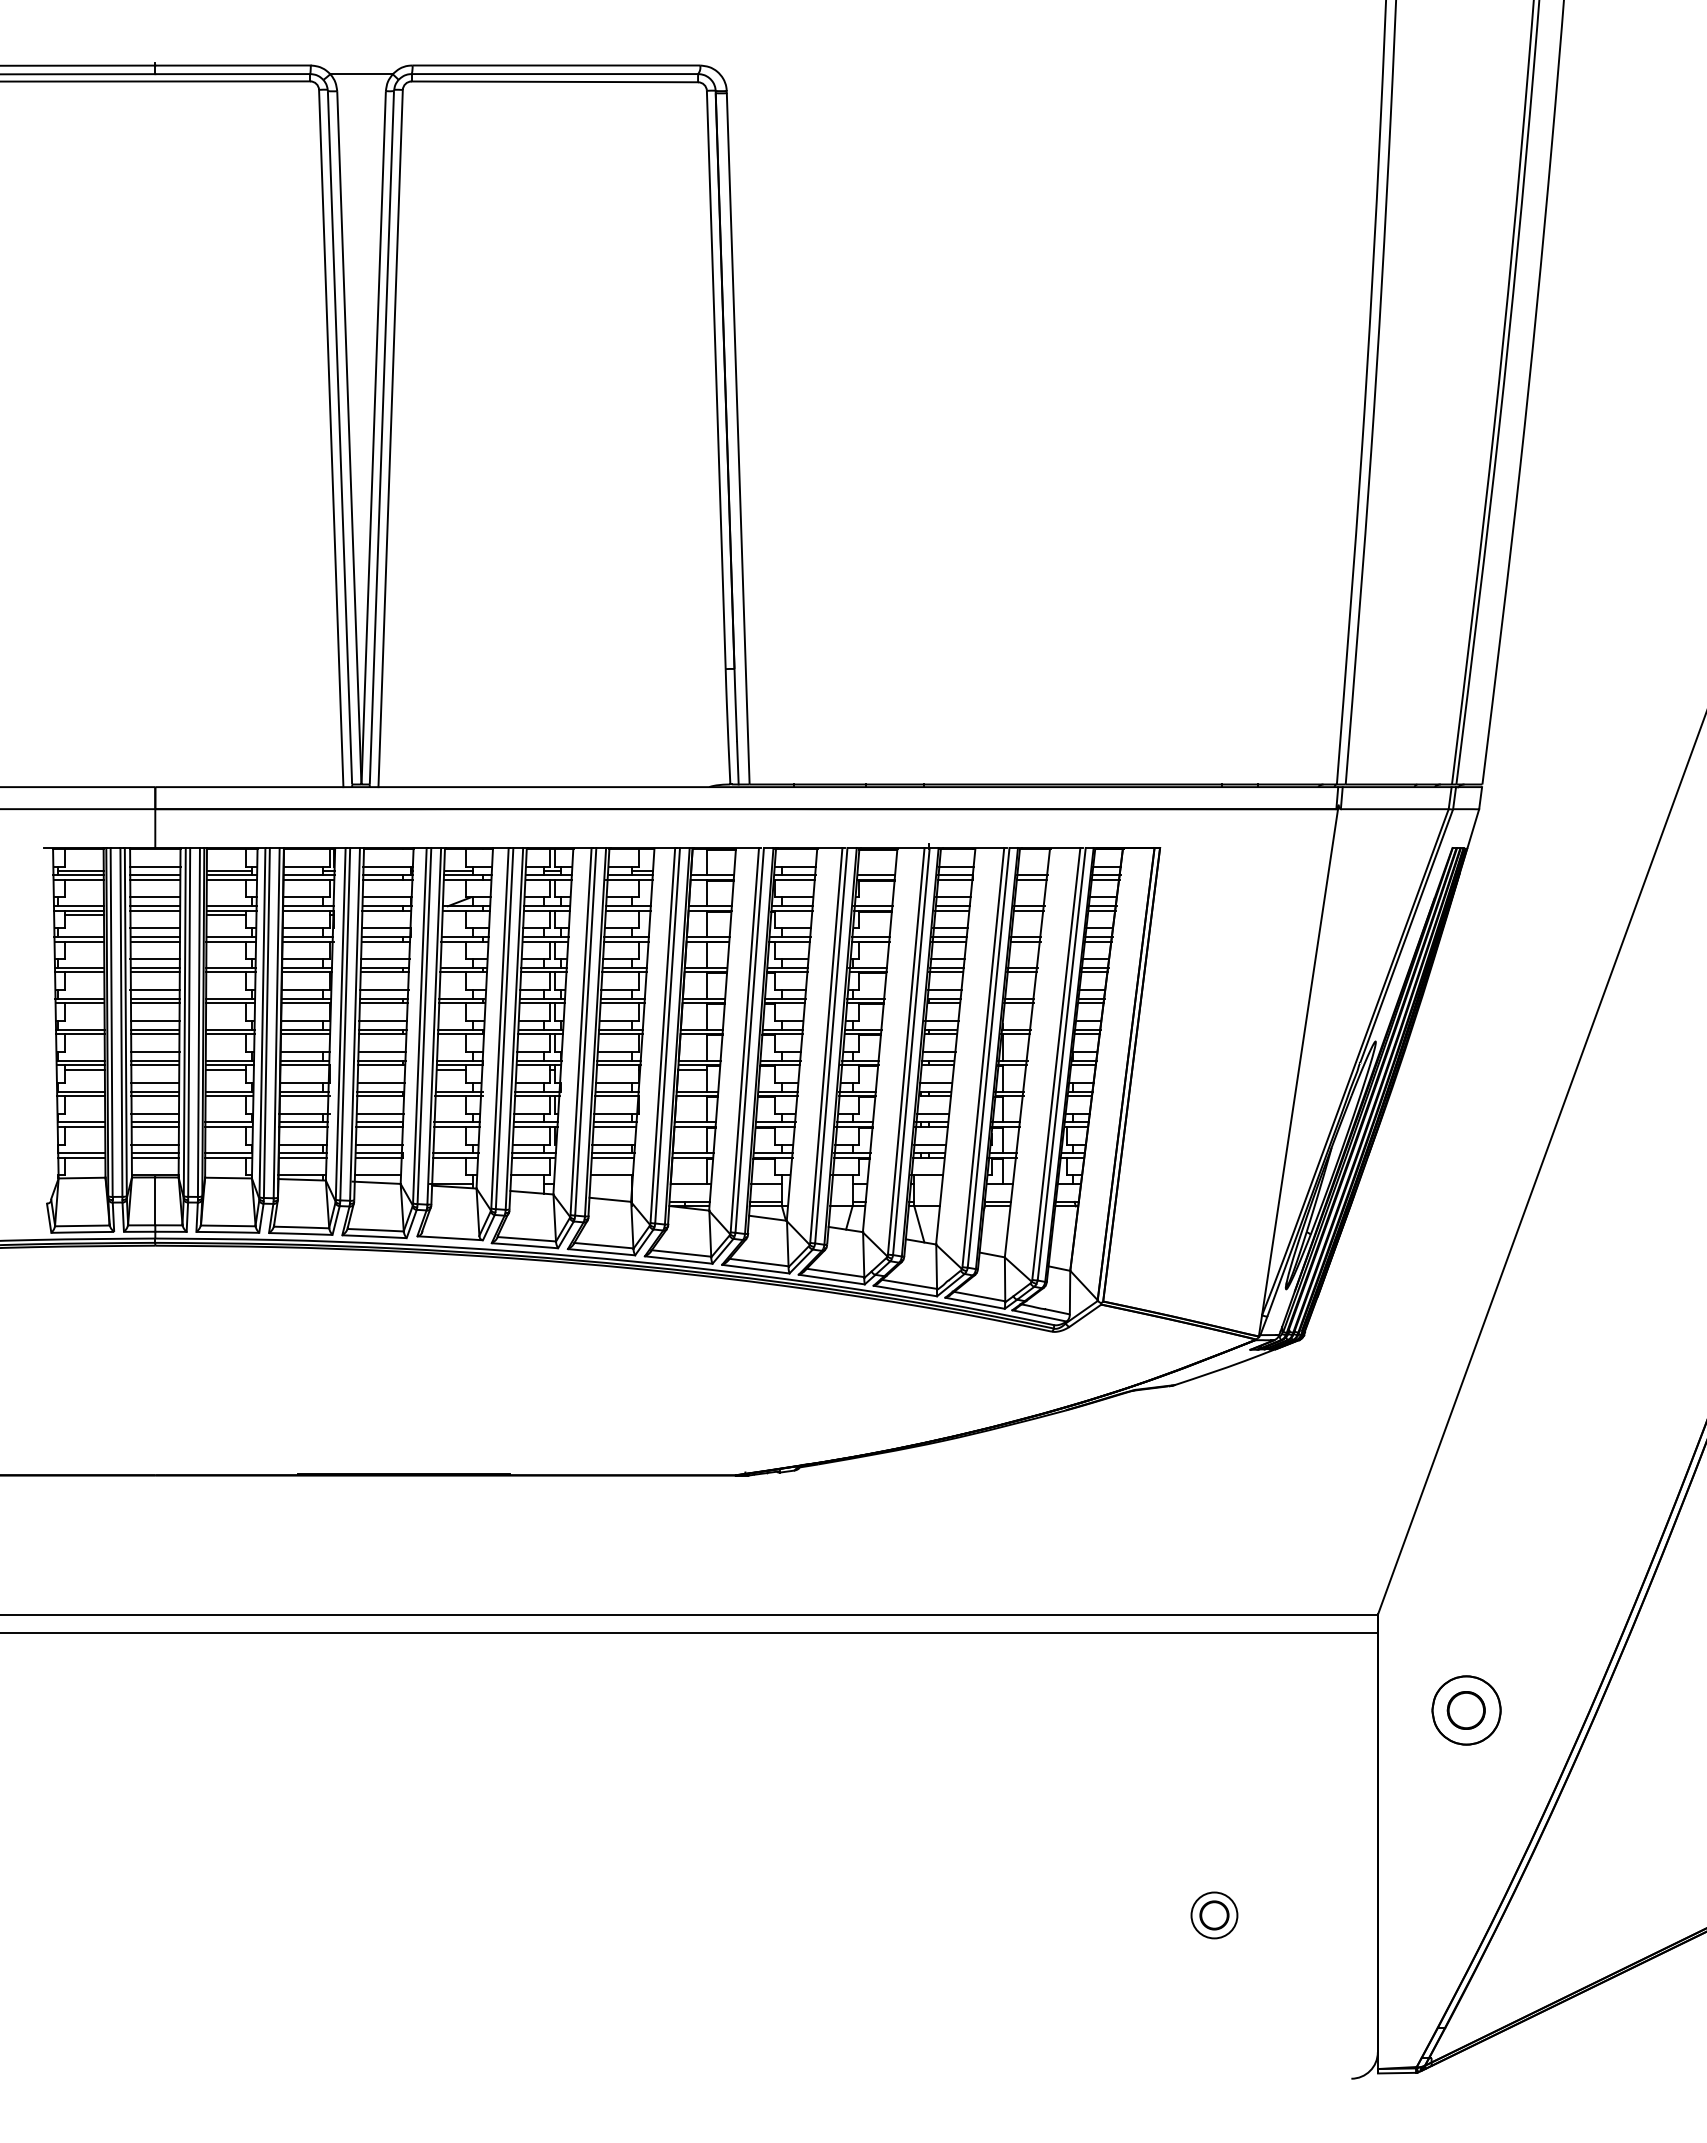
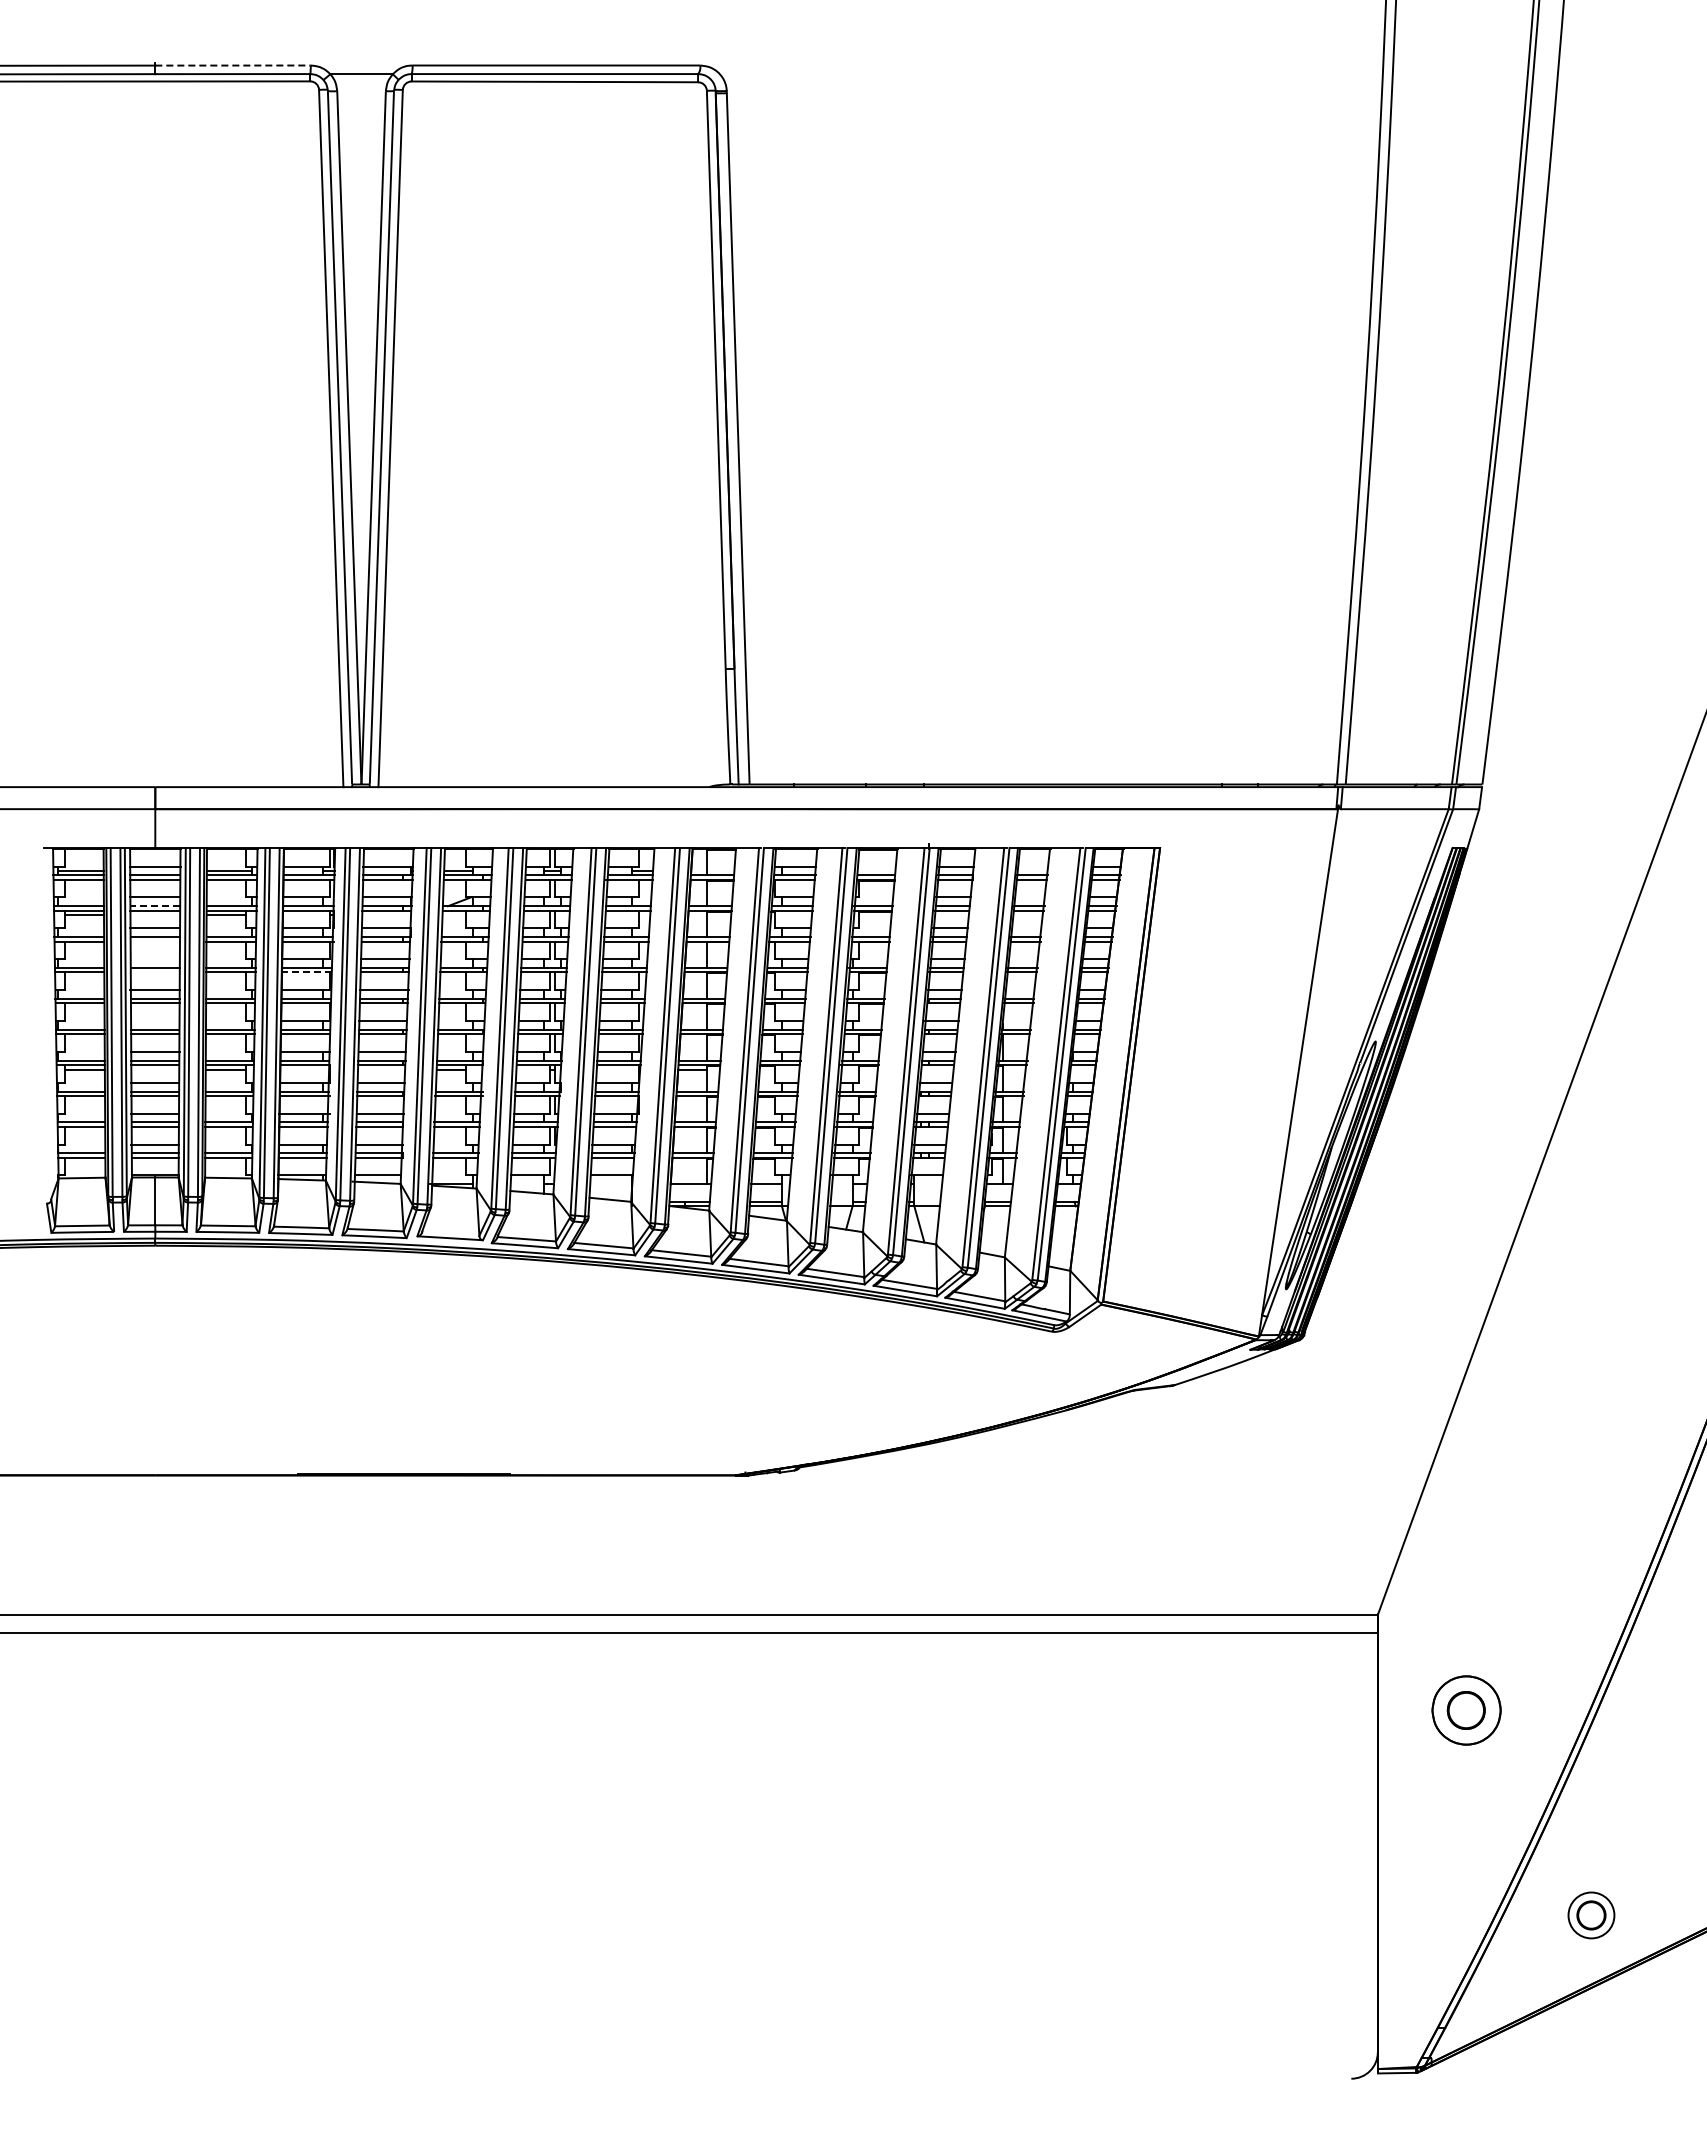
line at (233, 65): solid -> dashed
line at (155, 906): solid -> dashed
line at (154, 941): present -> none
line at (155, 959): present -> none
line at (154, 972): present -> none
line at (307, 972): solid -> dashed
line at (154, 1020): present -> none
part at (1214, 1915) position: (1214, 1915) -> (1591, 1915)
